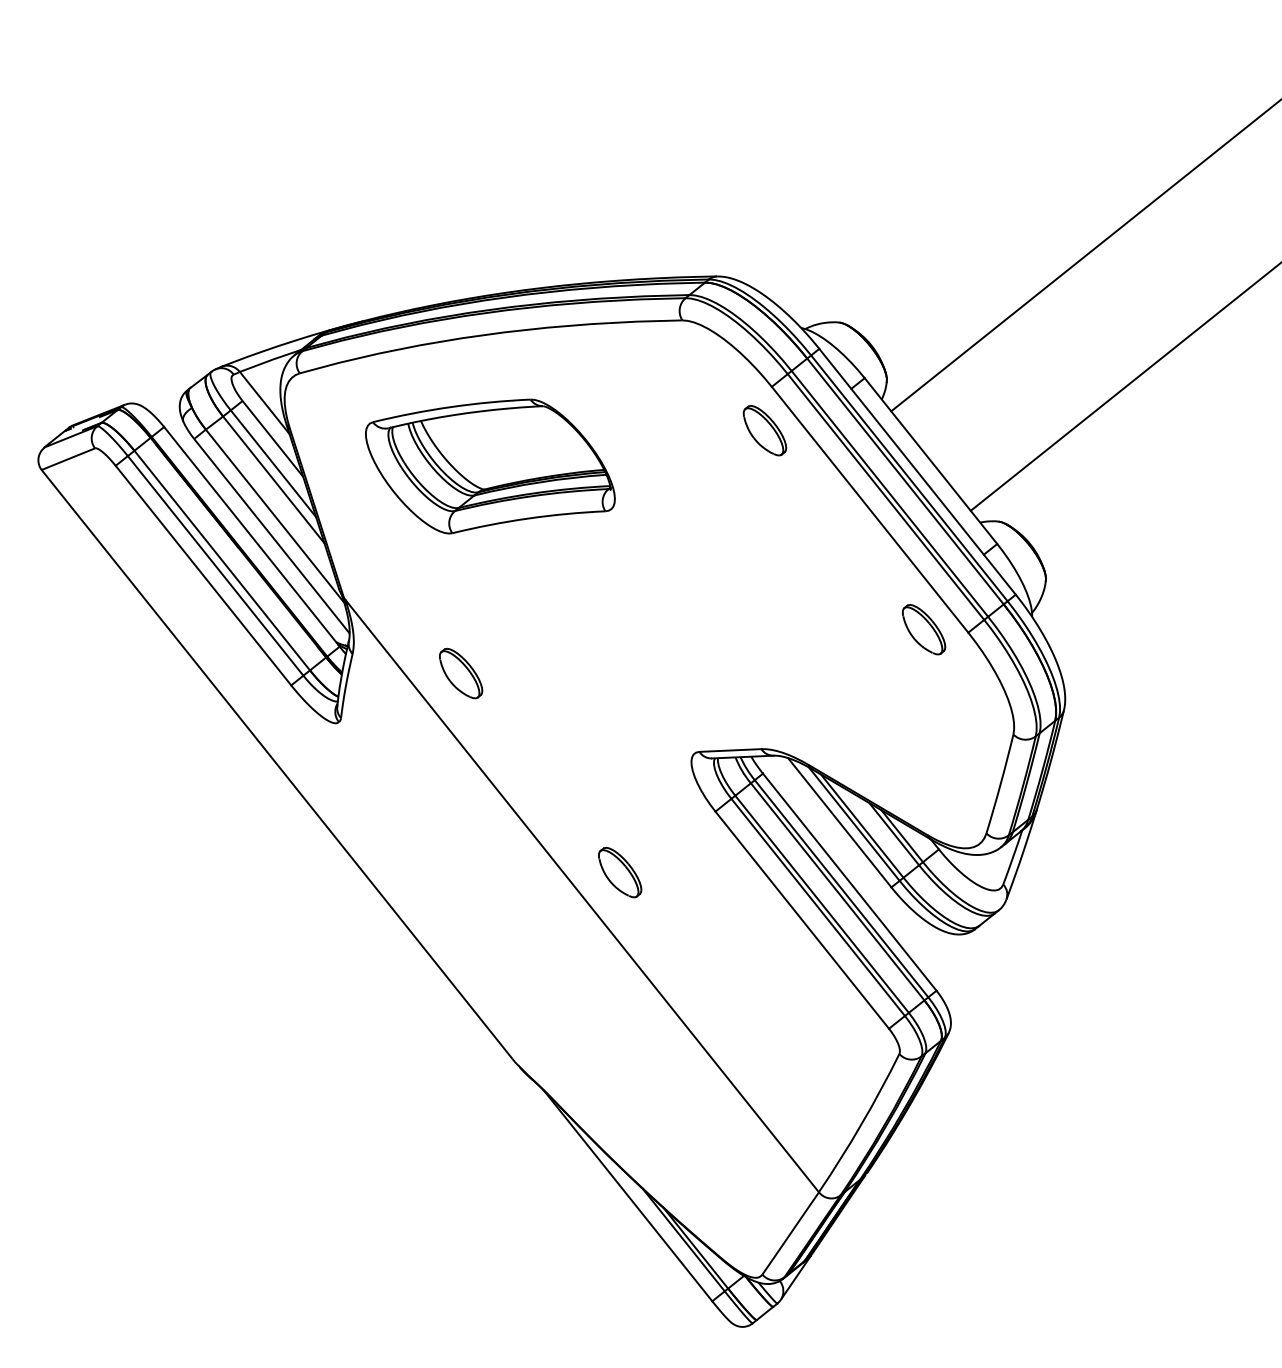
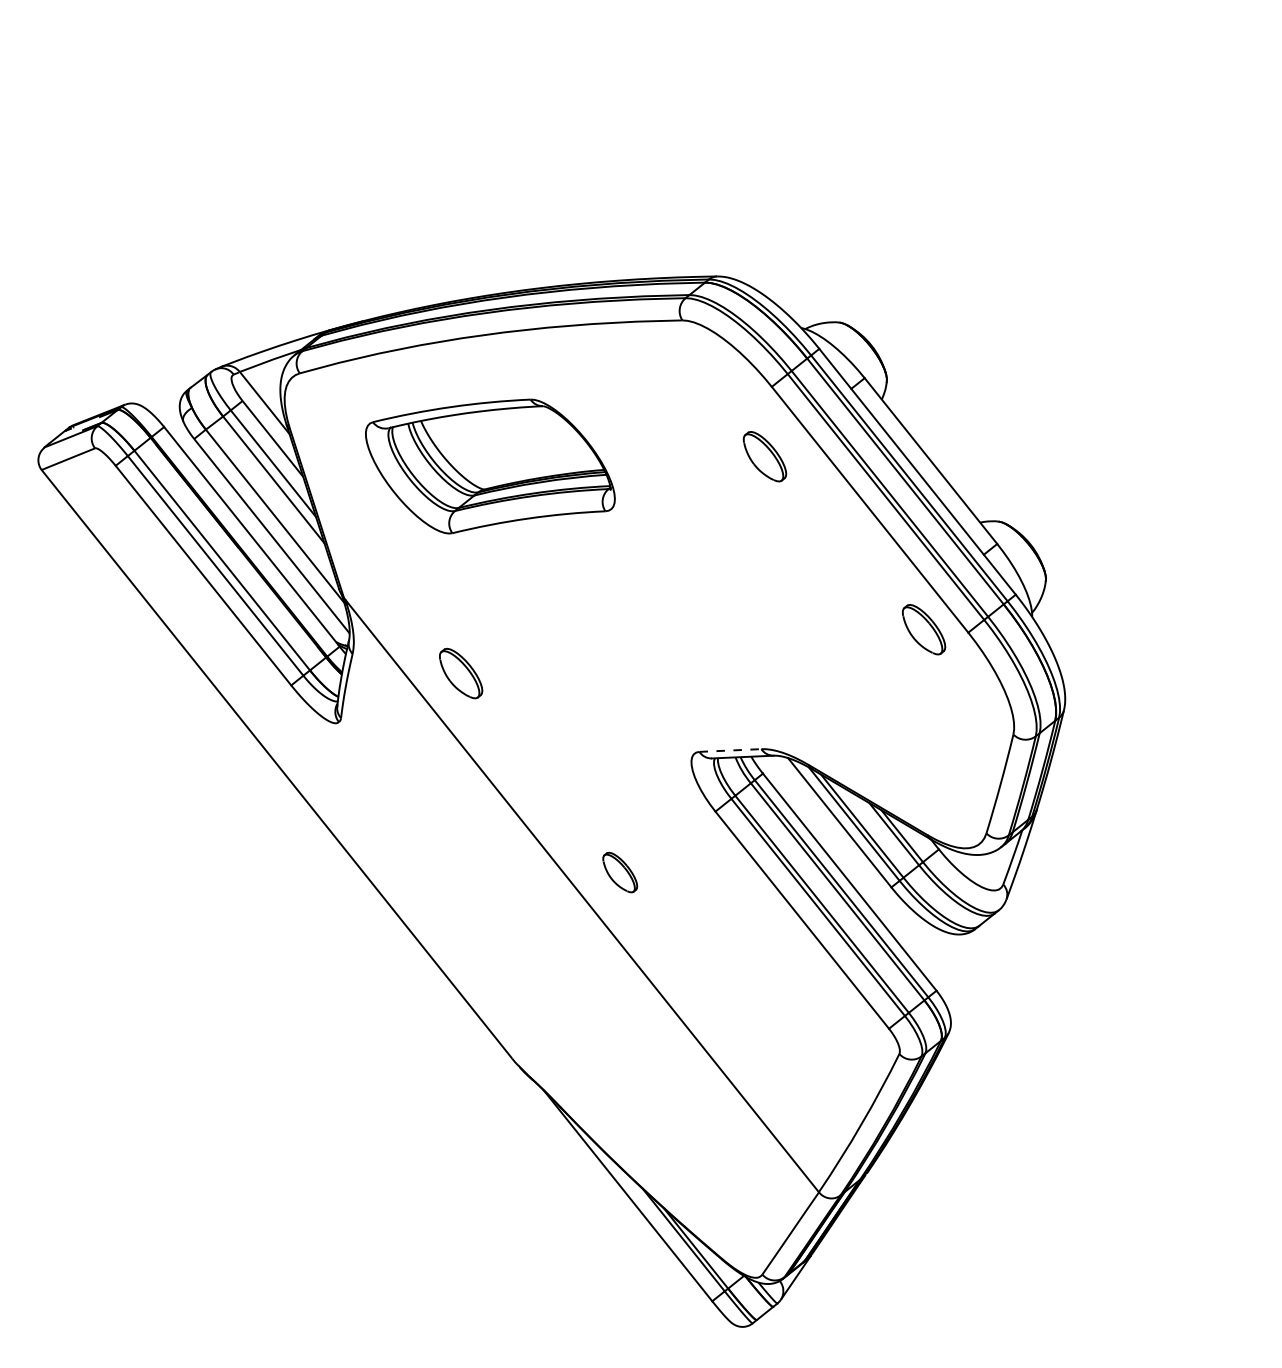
line at (1084, 256): present -> none
line at (1124, 387): present -> none
part at (764, 430) position: (764, 430) -> (764, 456)
line at (730, 750): solid -> dashed
part at (620, 872) size: 45x53 px -> 37x43 px
